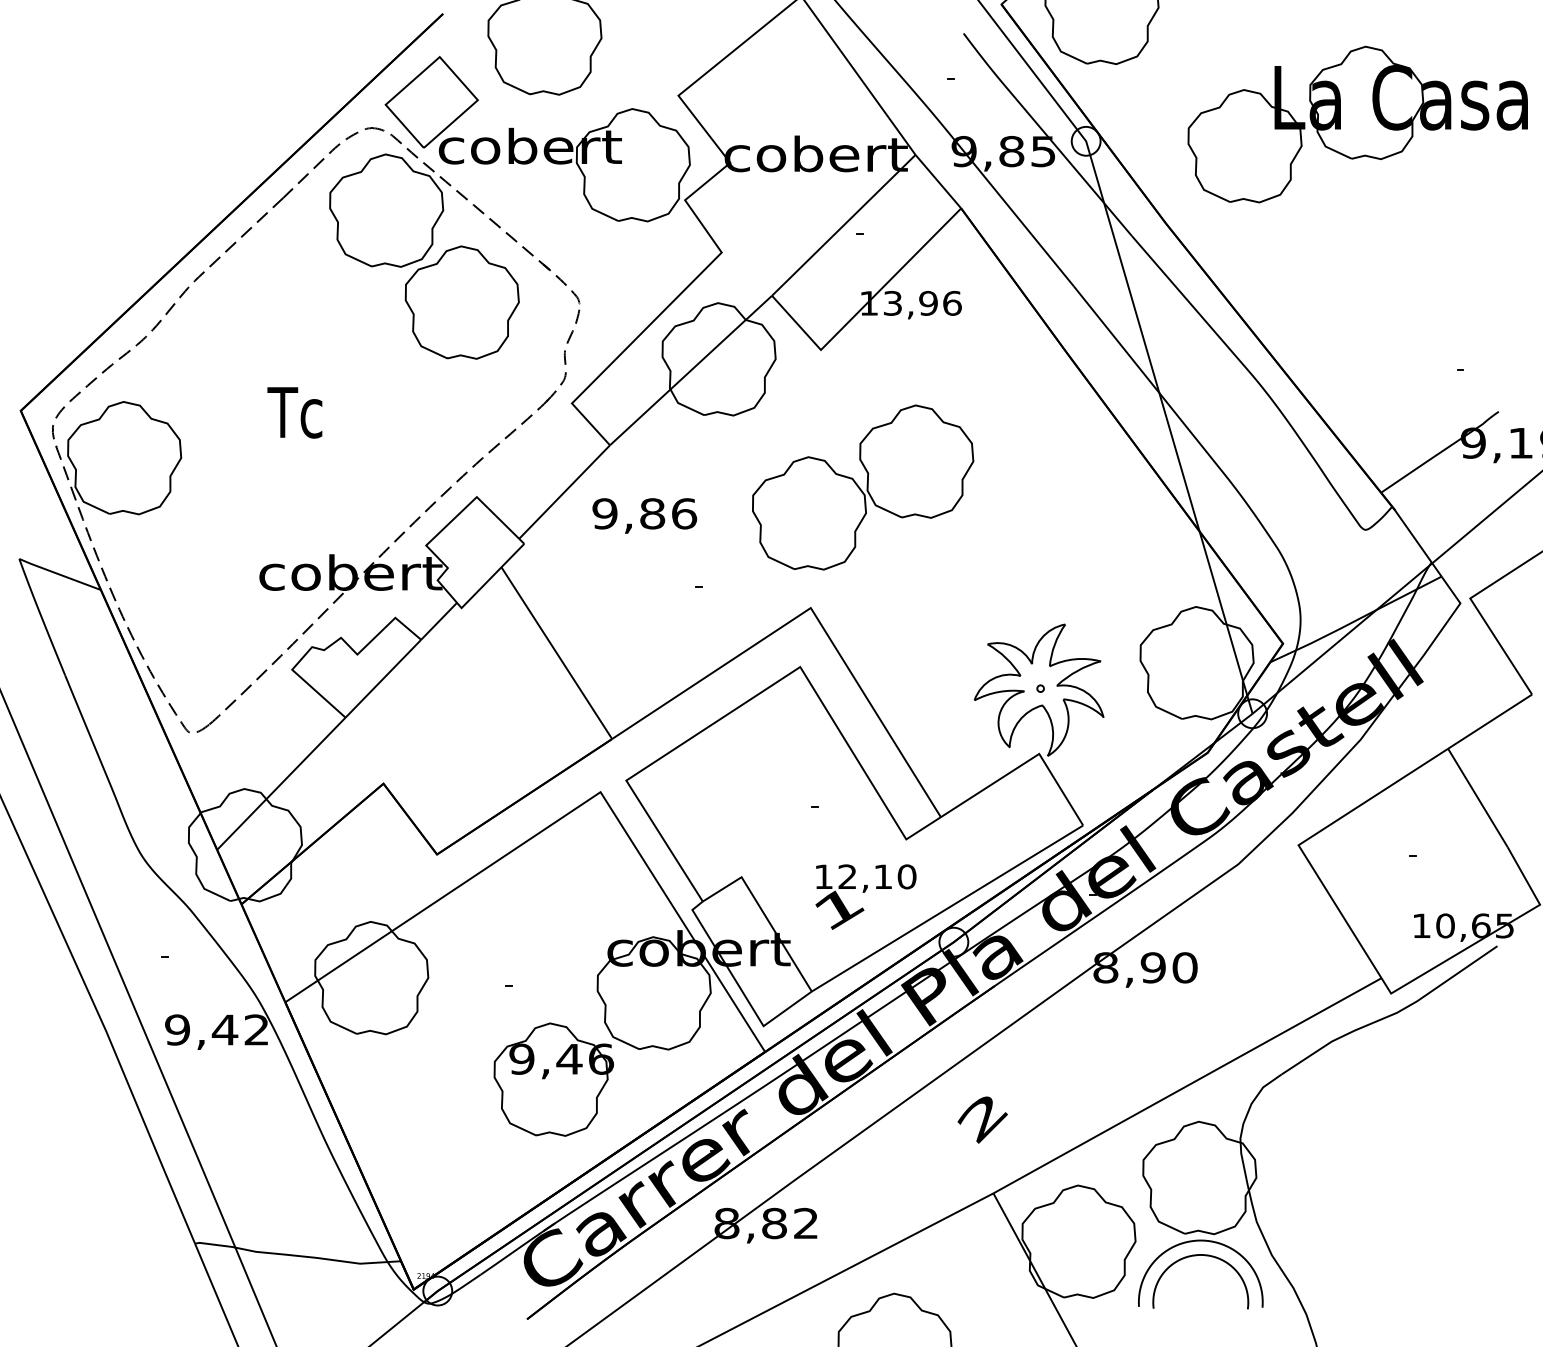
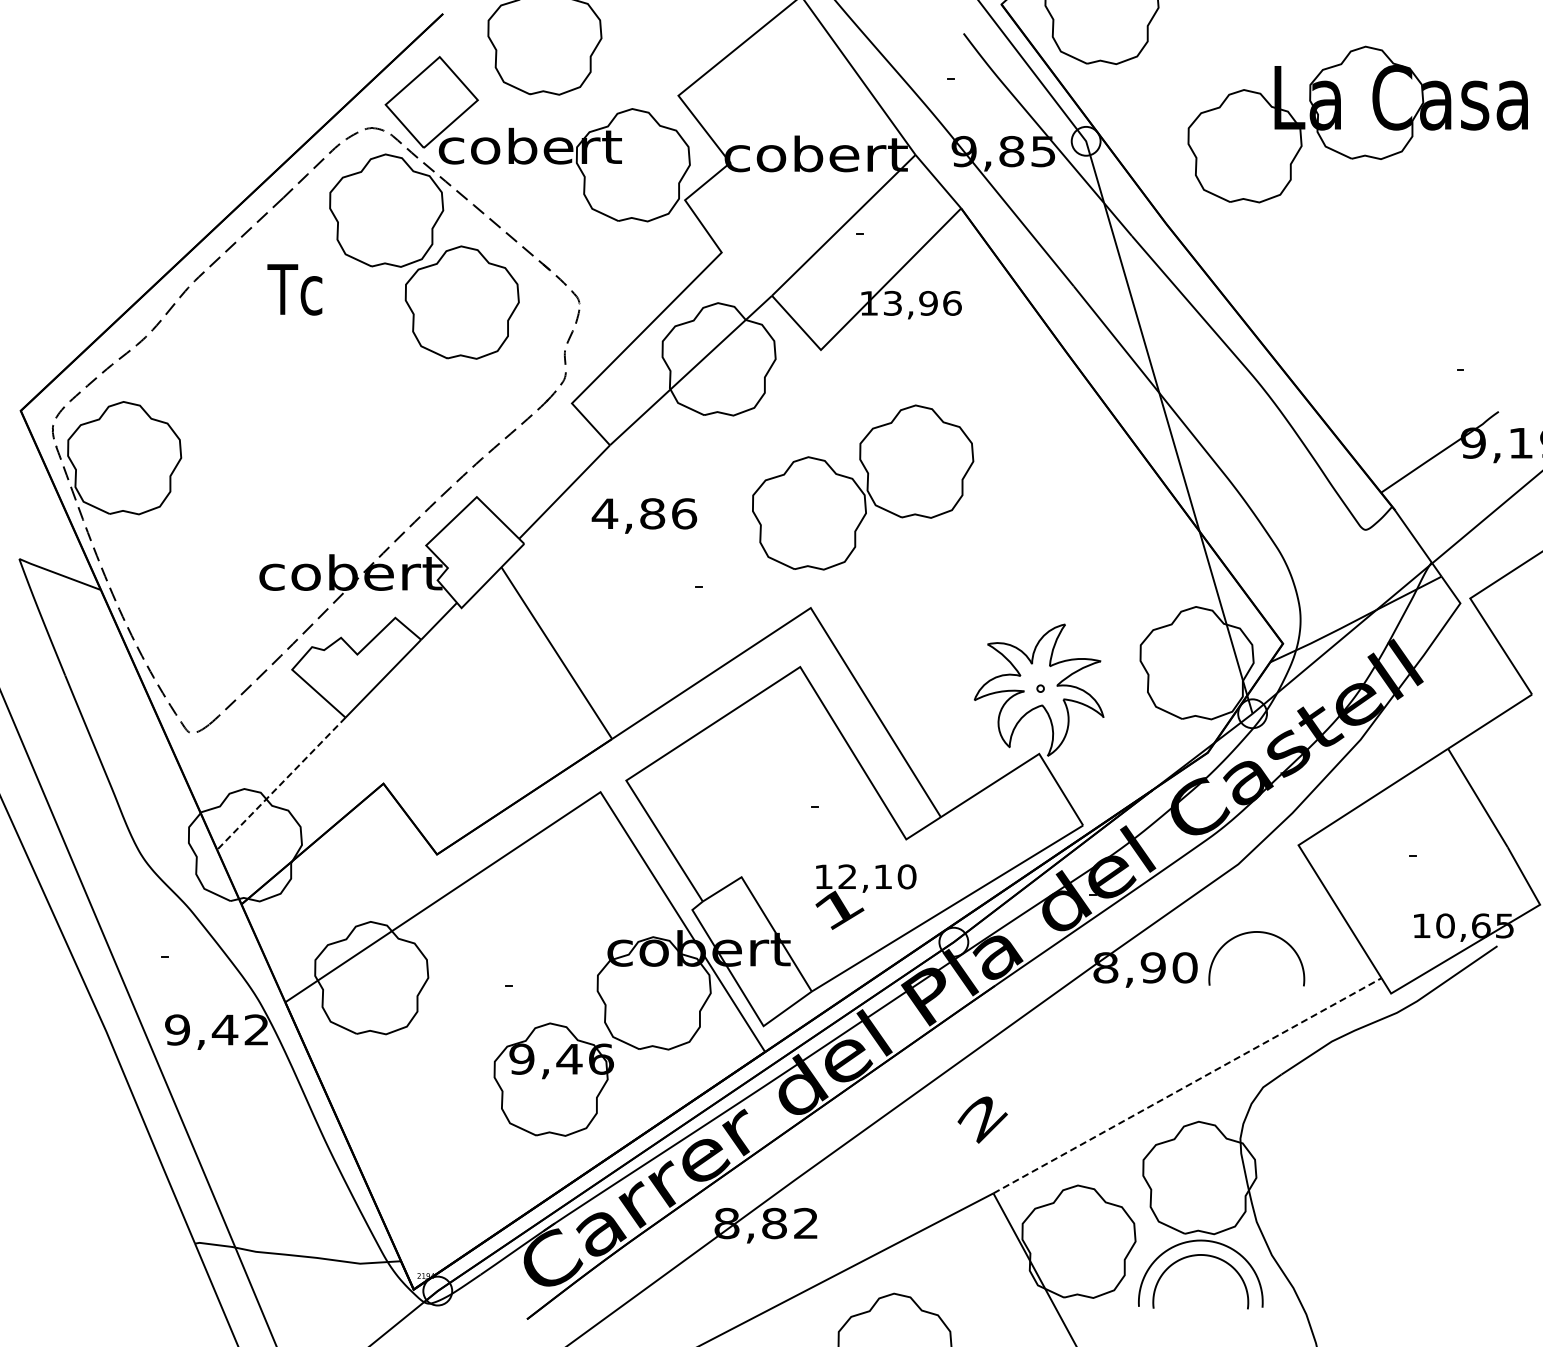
text at (294, 412) position: (294, 412) -> (294, 289)
text at (604, 513): 9,86 -> 4,86
line at (281, 784): solid -> dashed
curve at (1252, 933): none -> present
line at (1187, 1085): solid -> dashed
